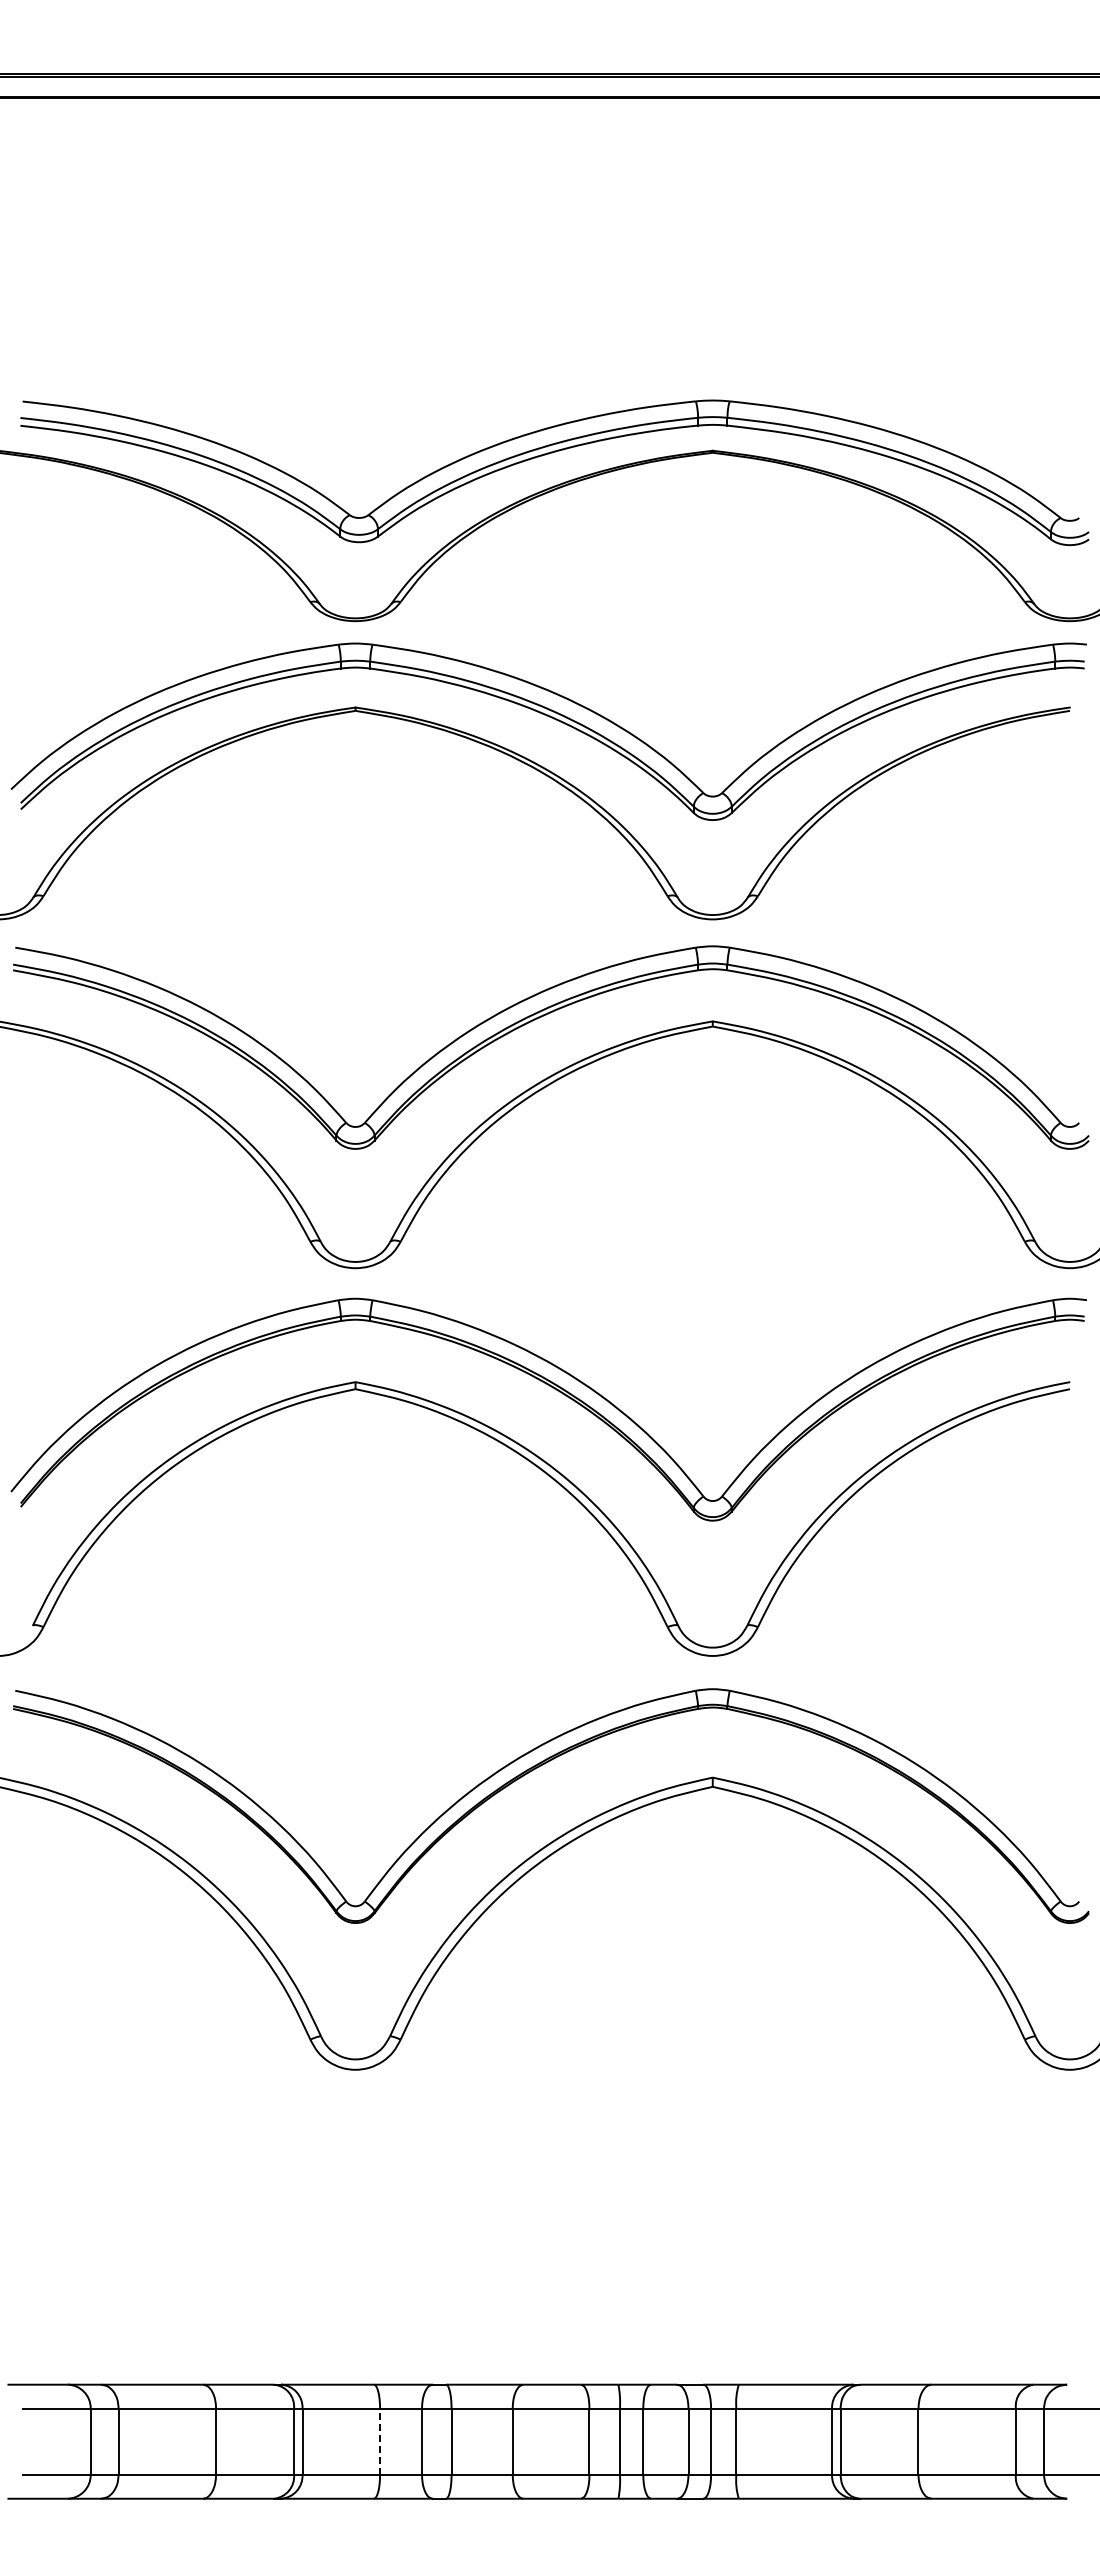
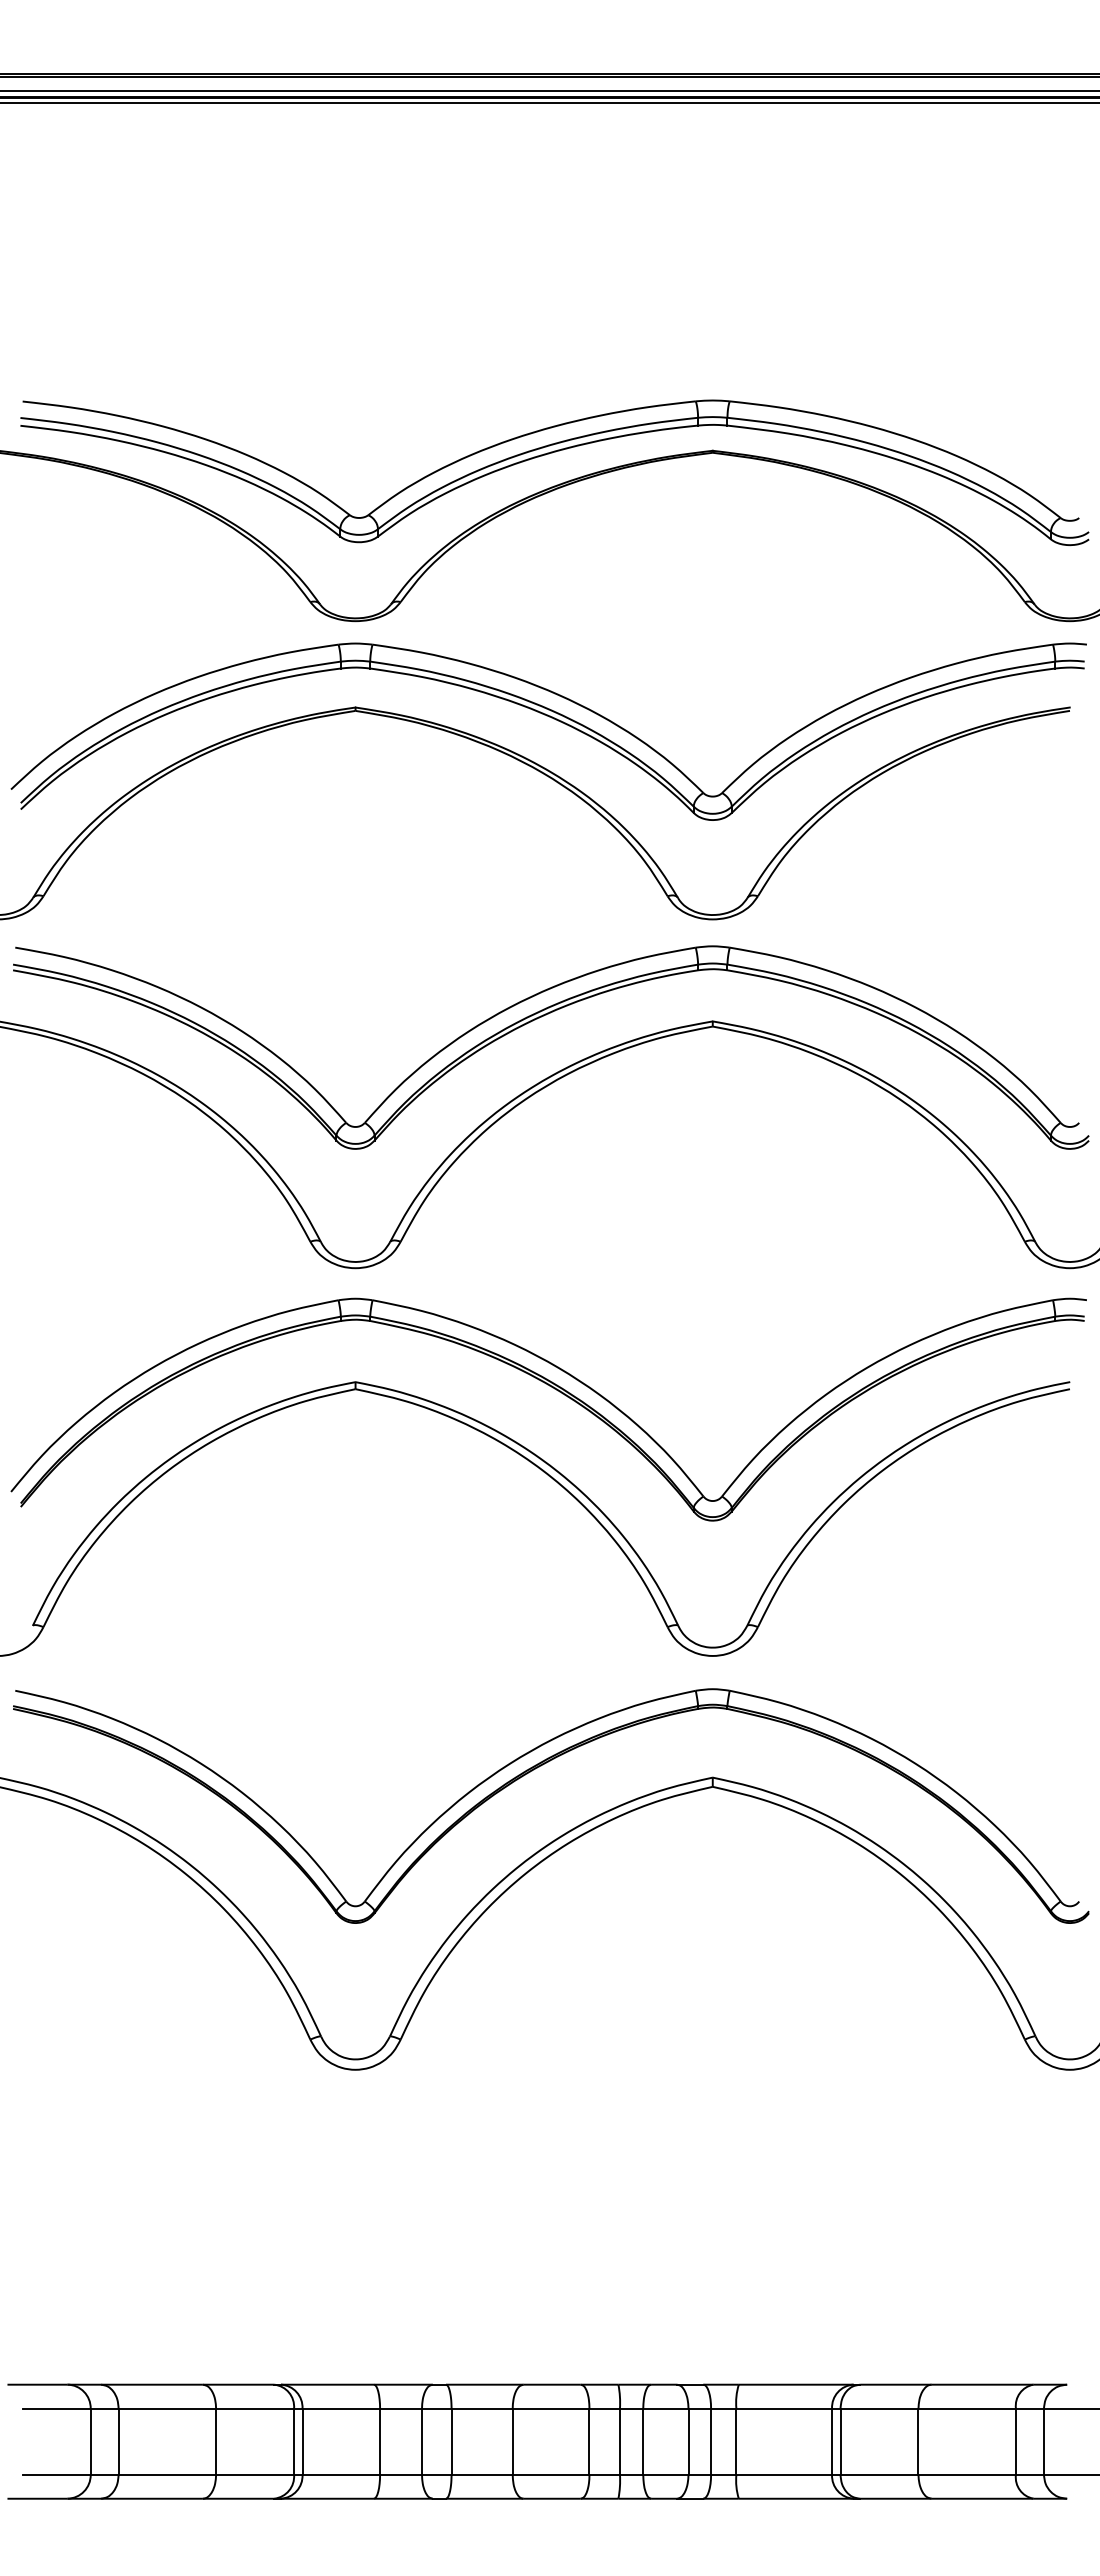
line at (549, 91): none -> present
line at (549, 103): none -> present
line at (380, 2441): dashed -> solid
